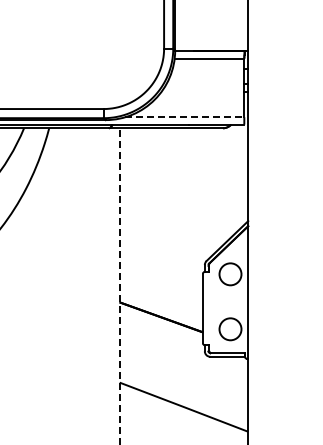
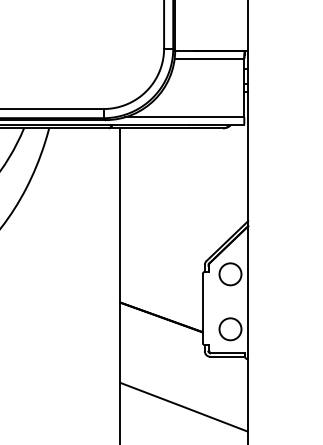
line at (184, 117): dashed -> solid
line at (119, 286): dashed -> solid
